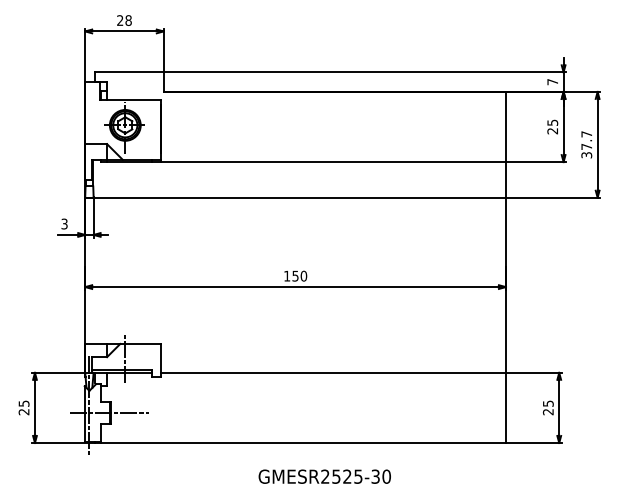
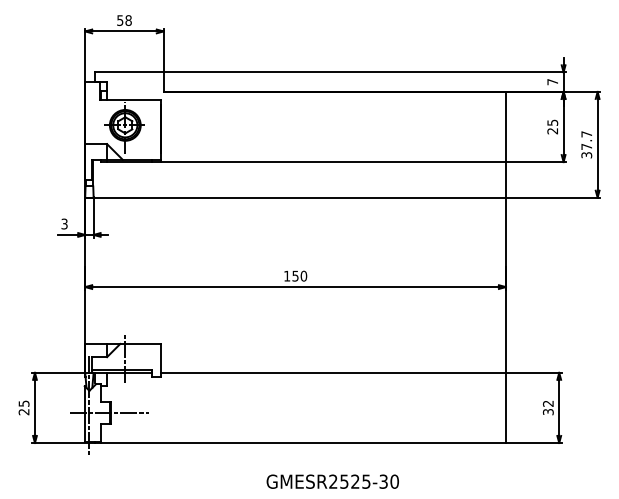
text at (120, 20): 28 -> 58
text at (547, 407): 25 -> 32
text at (324, 476) position: (324, 476) -> (332, 481)
